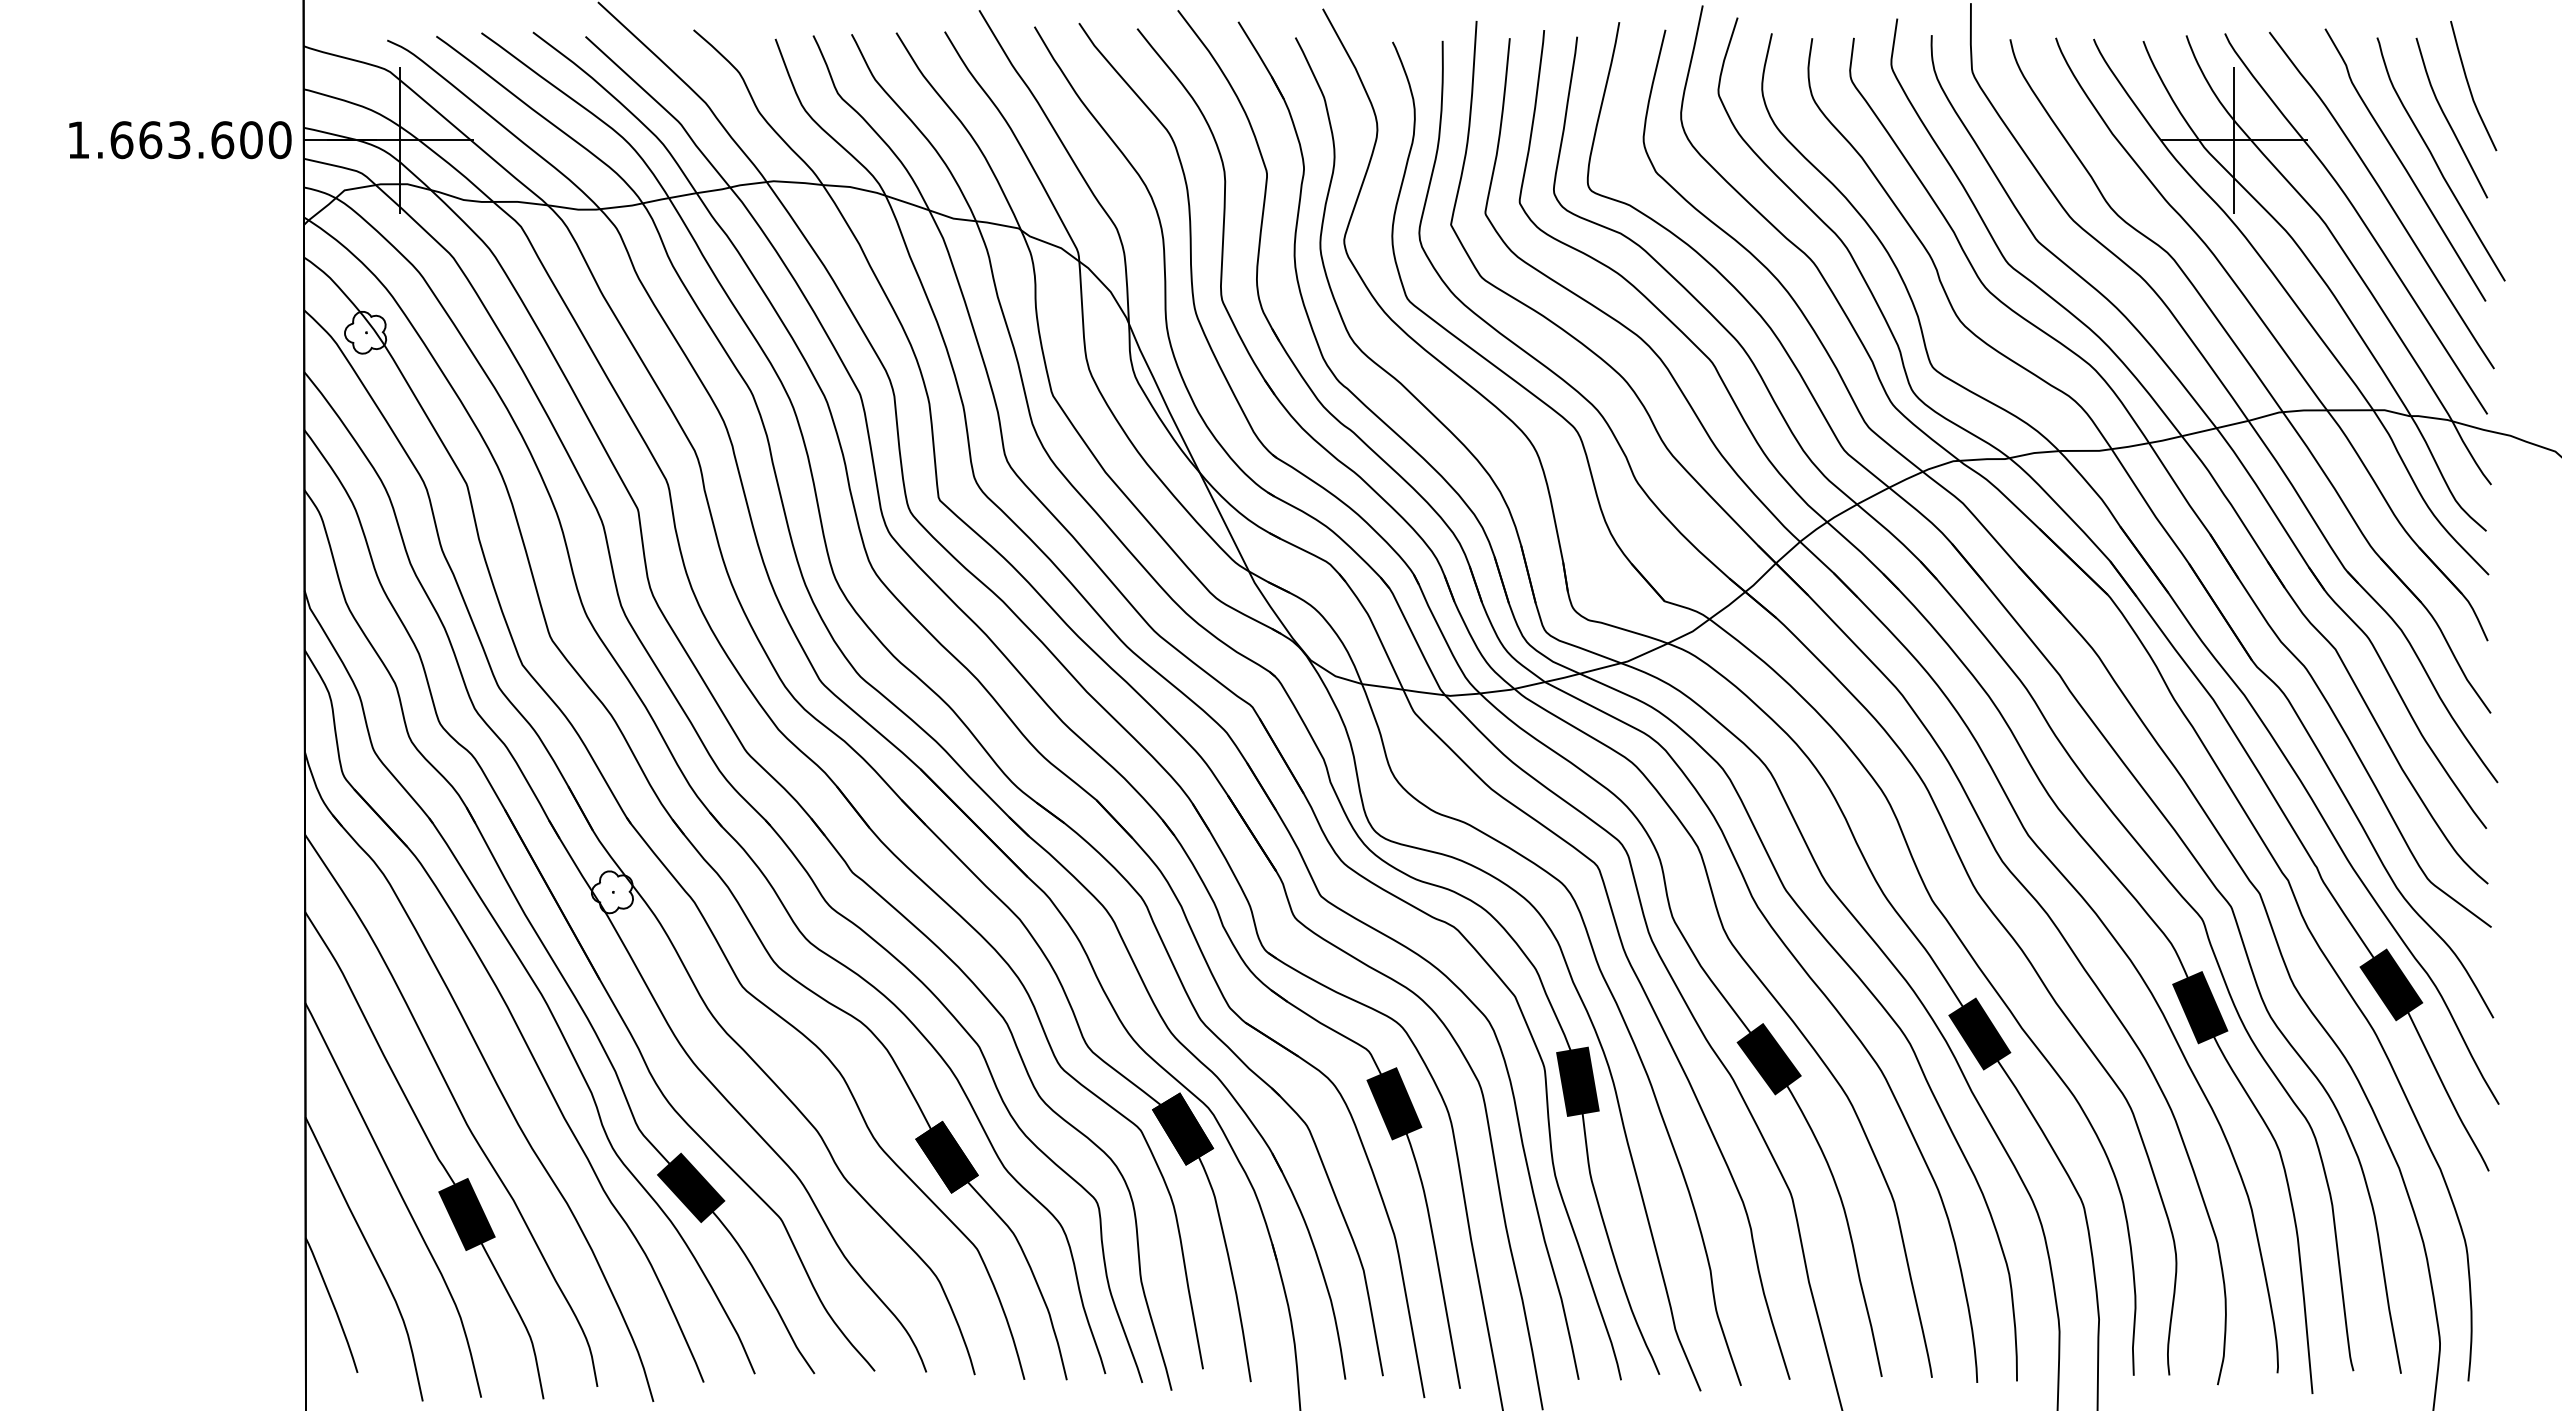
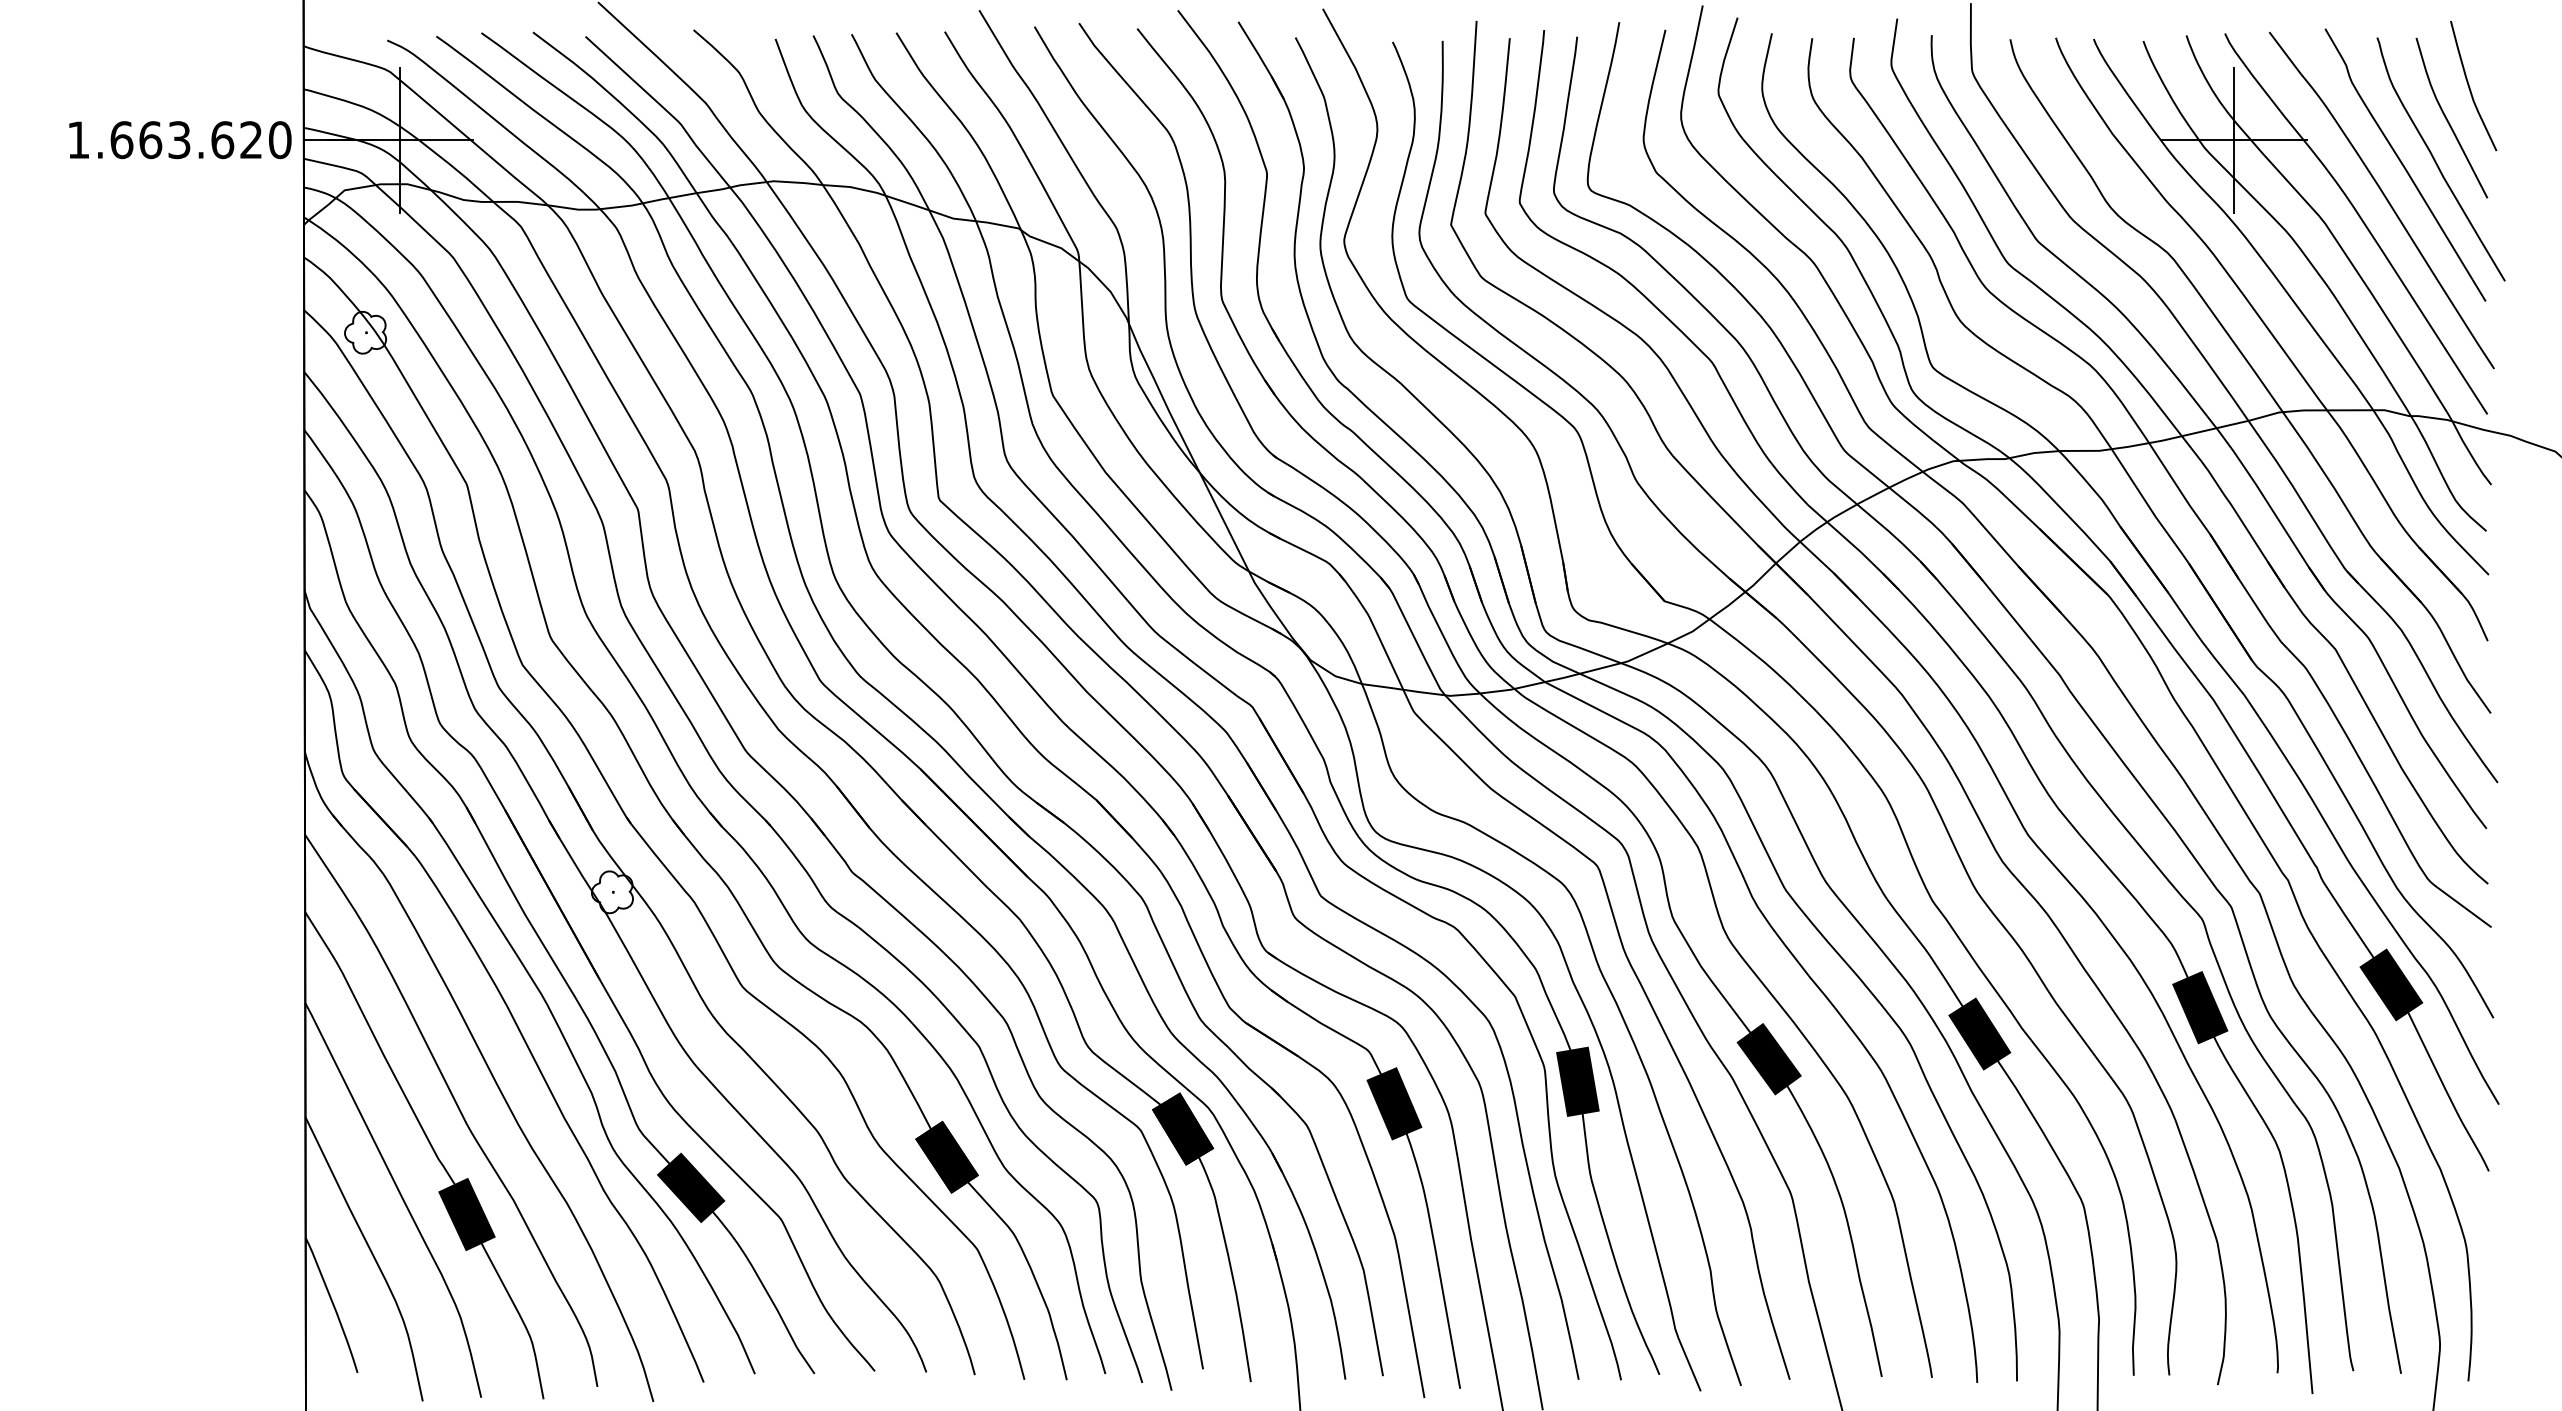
text at (251, 140): 1.663.600 -> 1.663.620
